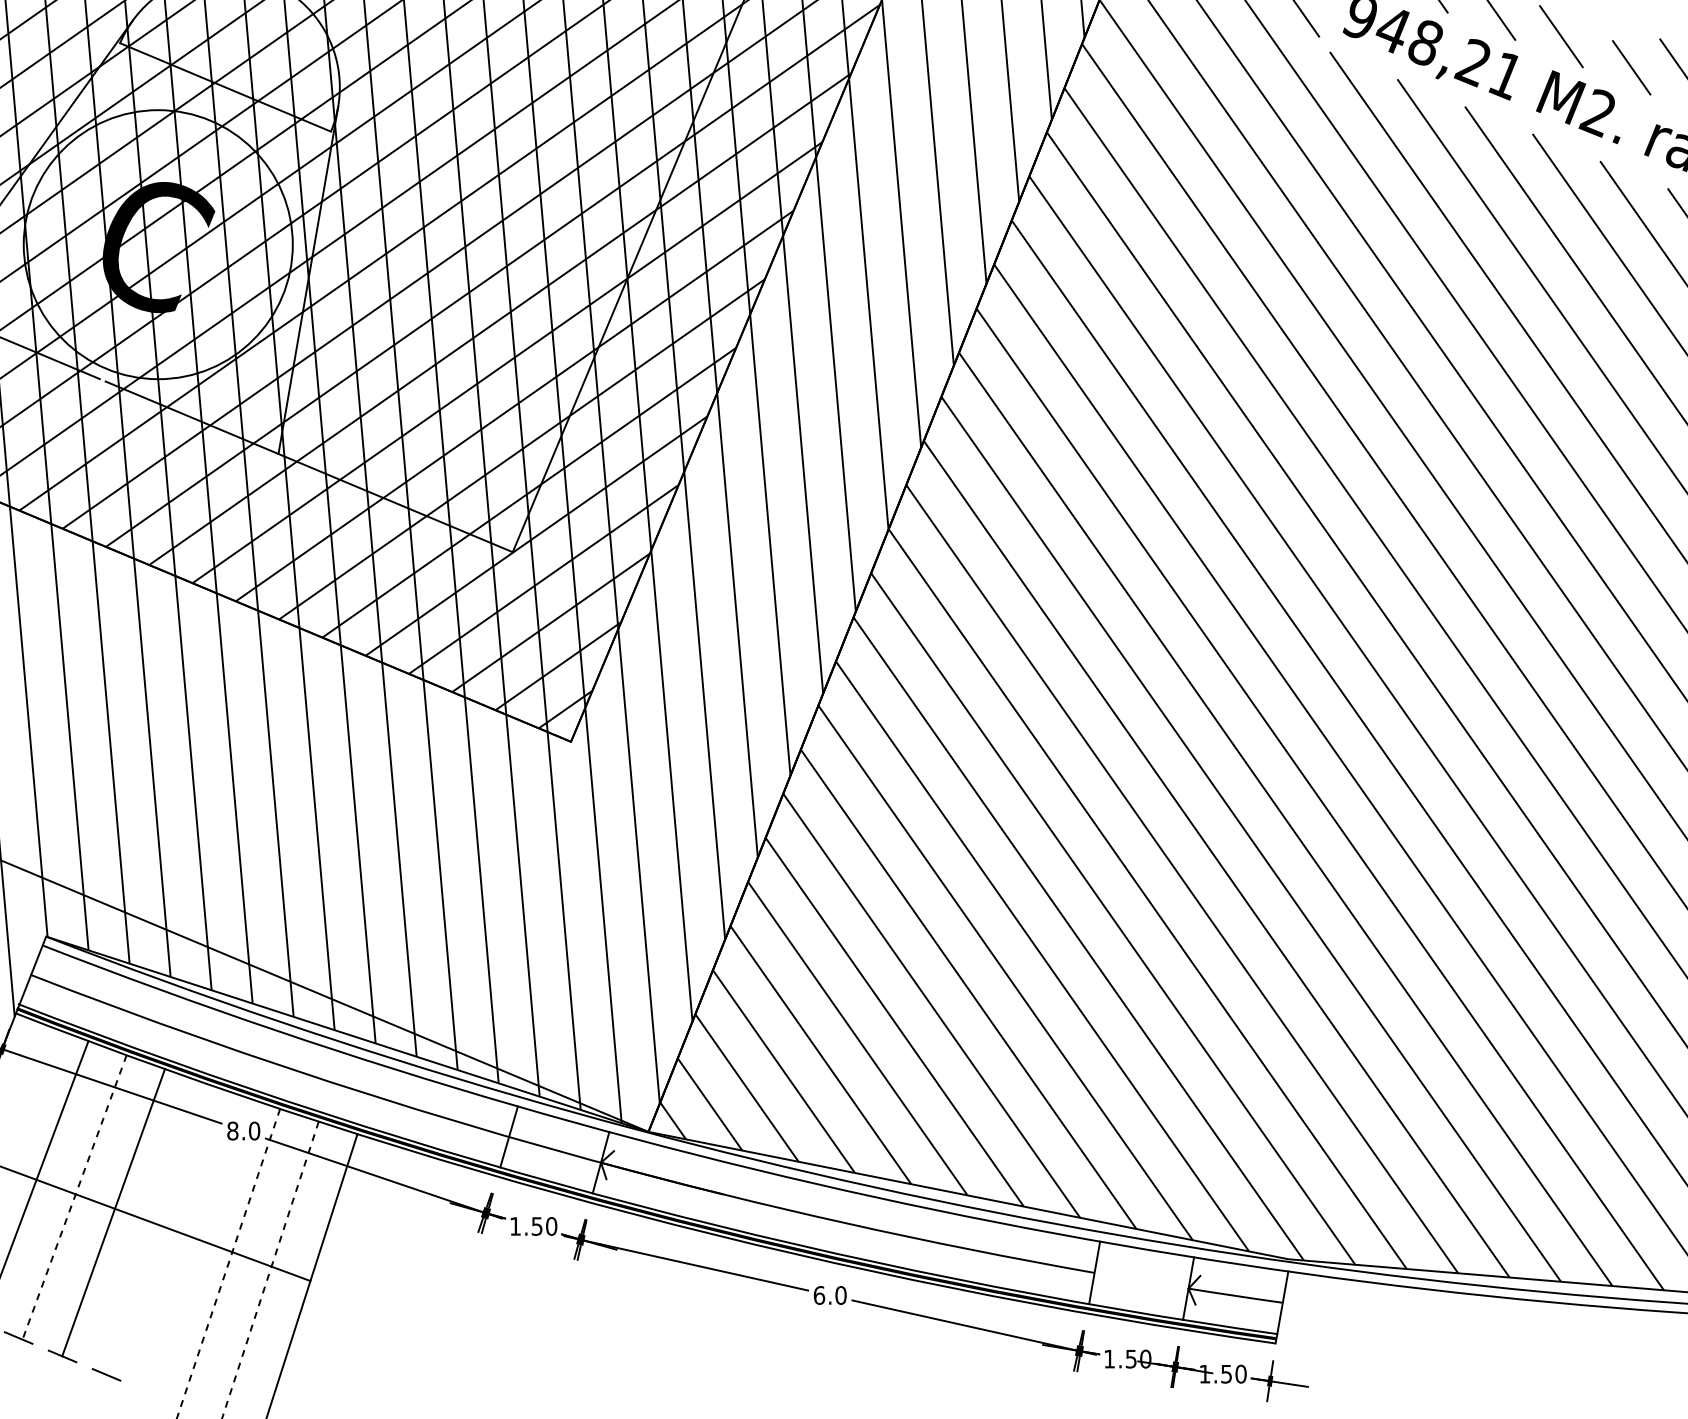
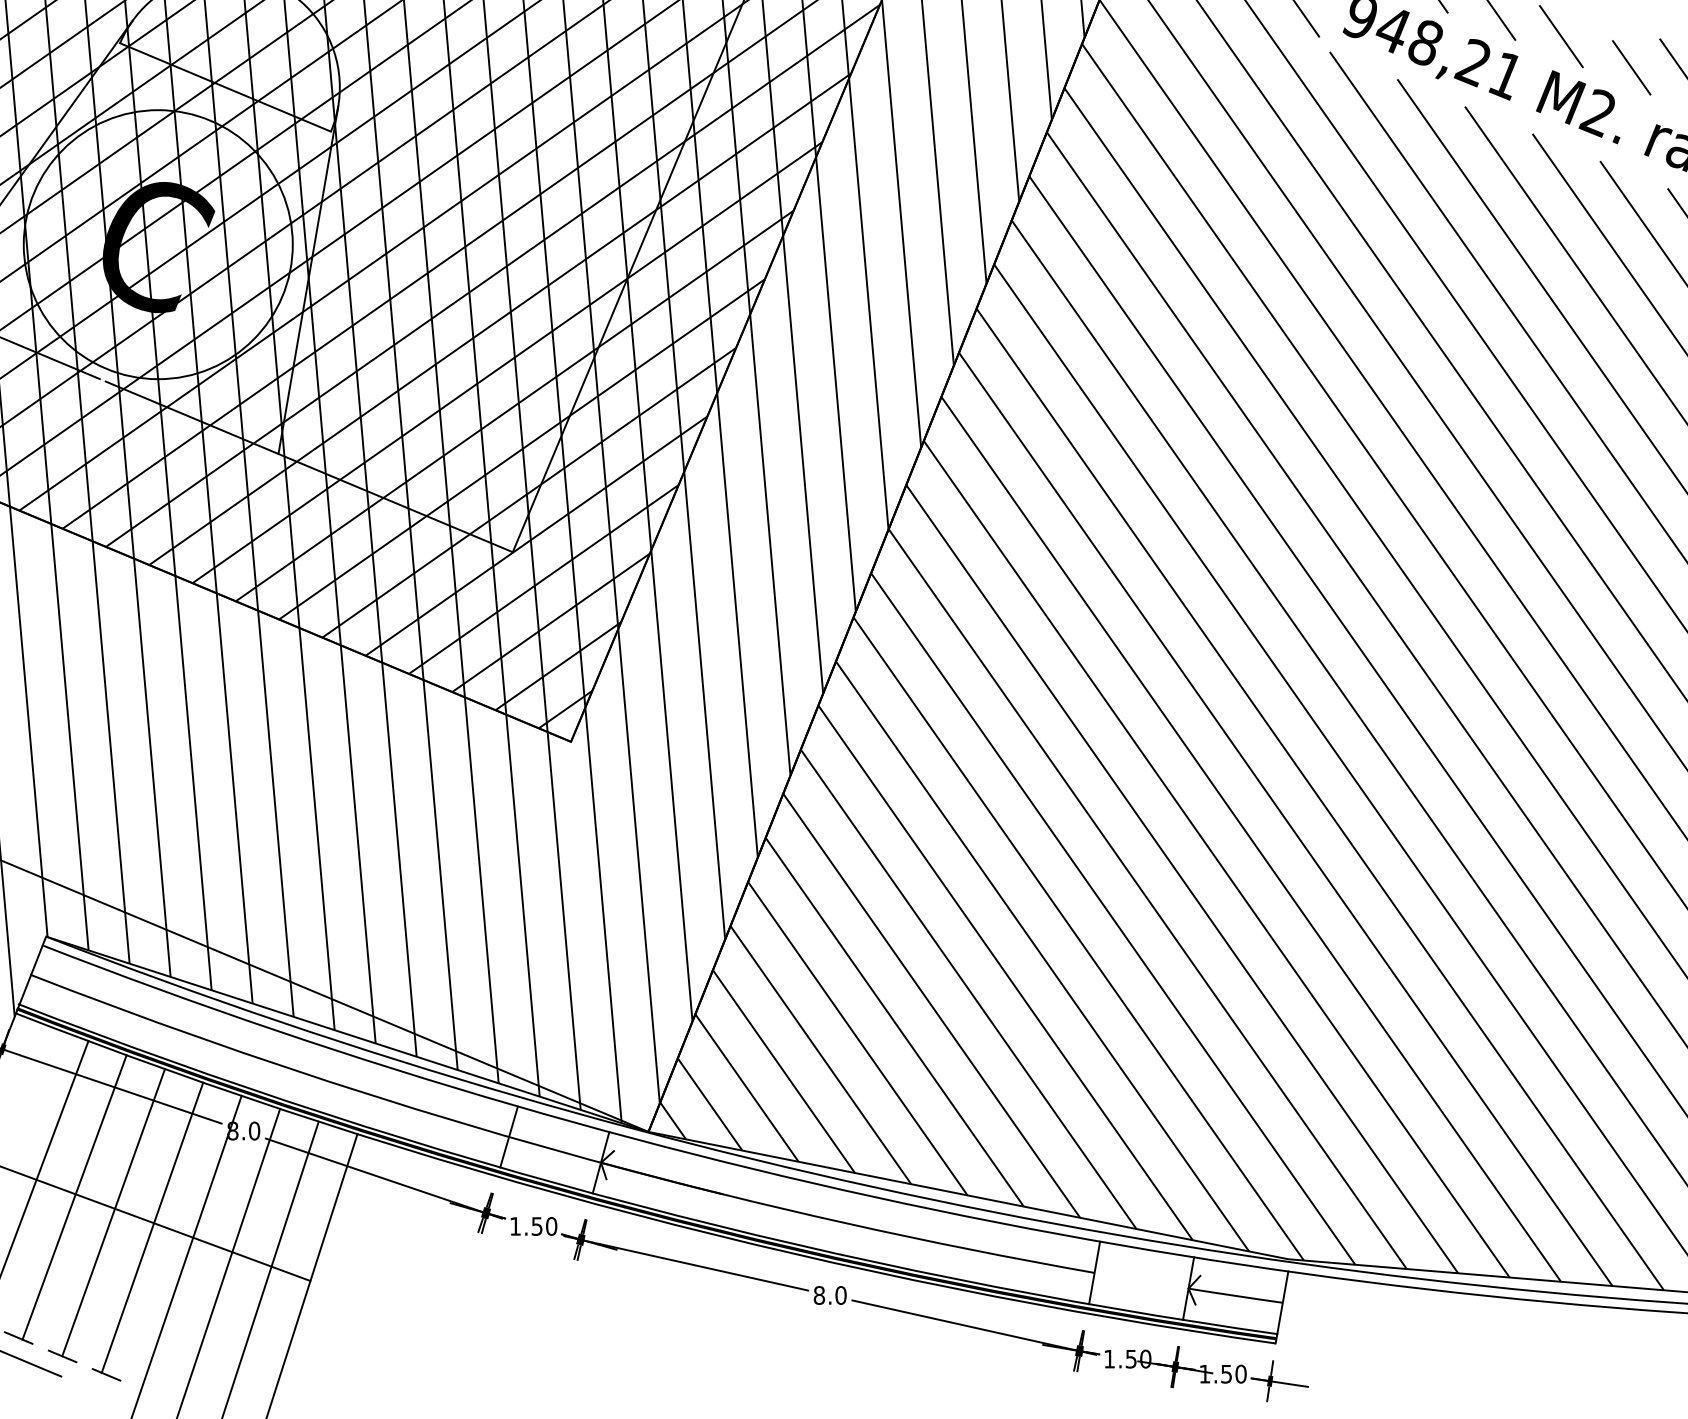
line at (74, 1197): dashed -> solid
line at (152, 1227): none -> present
line at (186, 1255): none -> present
line at (228, 1264): dashed -> solid
line at (270, 1270): dashed -> solid
text at (819, 1295): 6.0 -> 8.0
line at (31, 1363): none -> present
